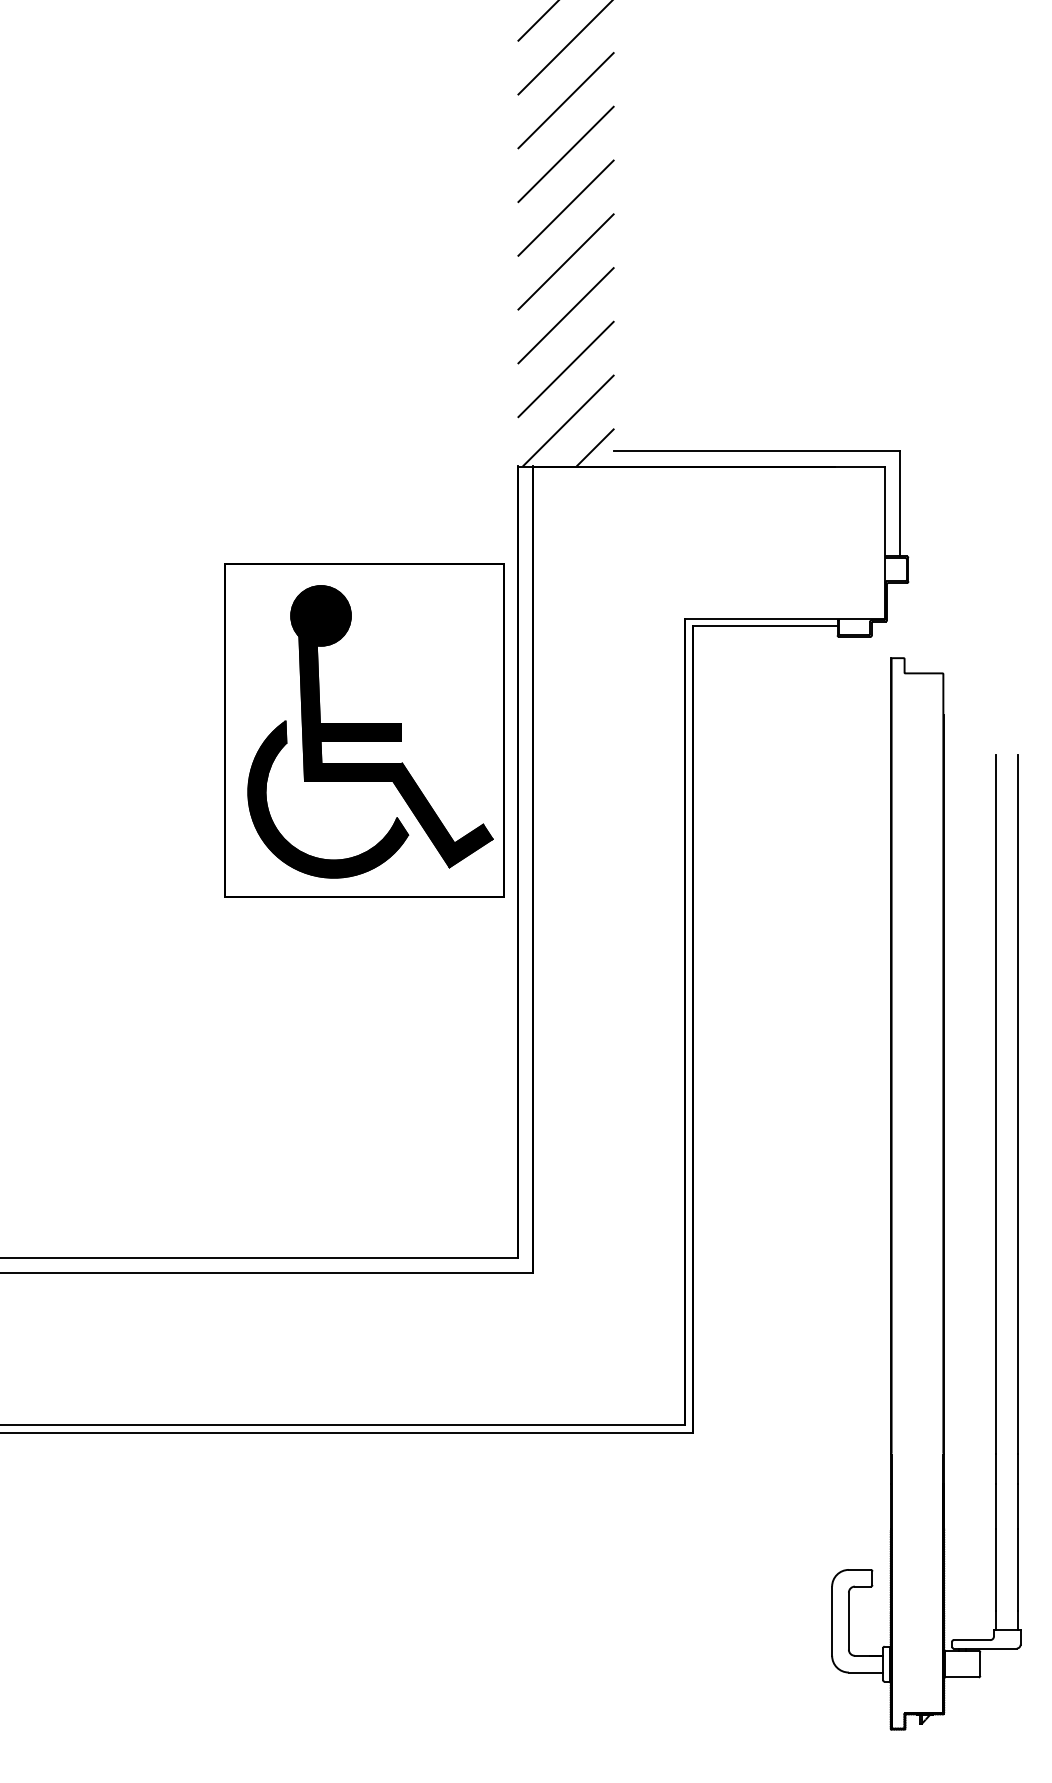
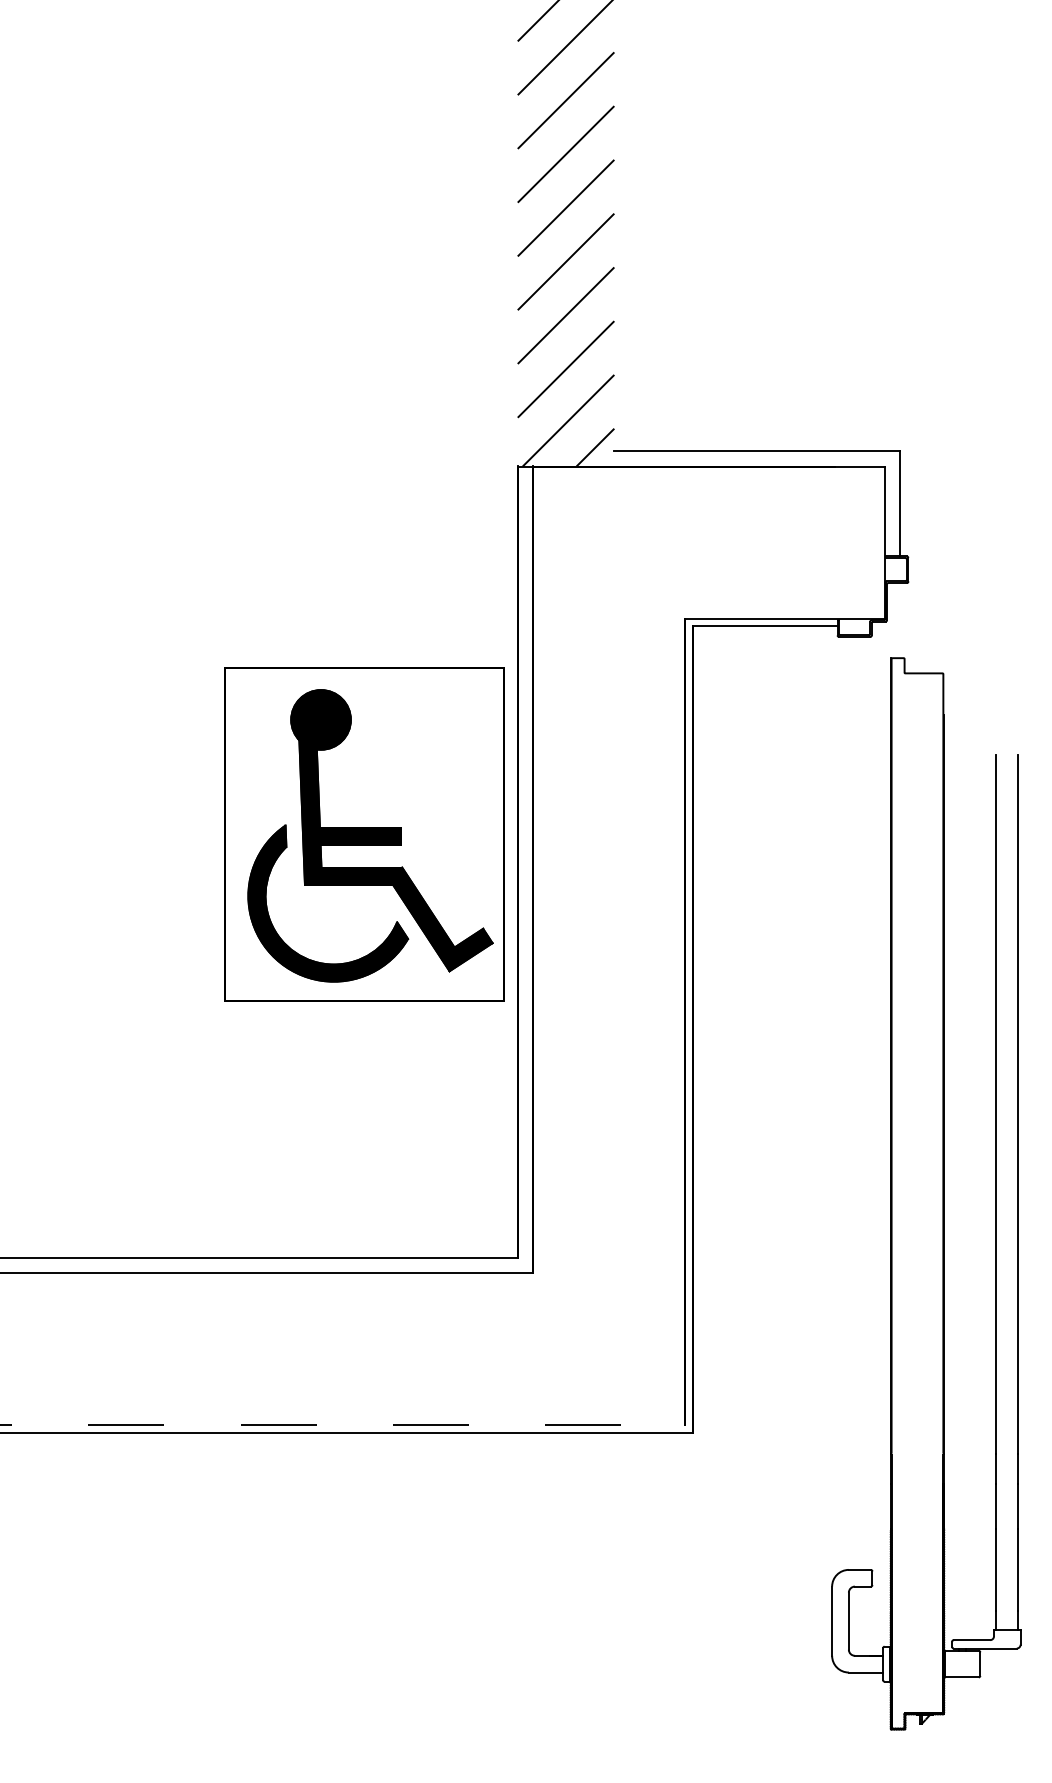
part at (364, 730) position: (364, 730) -> (364, 834)
line at (343, 1424): solid -> dashed
